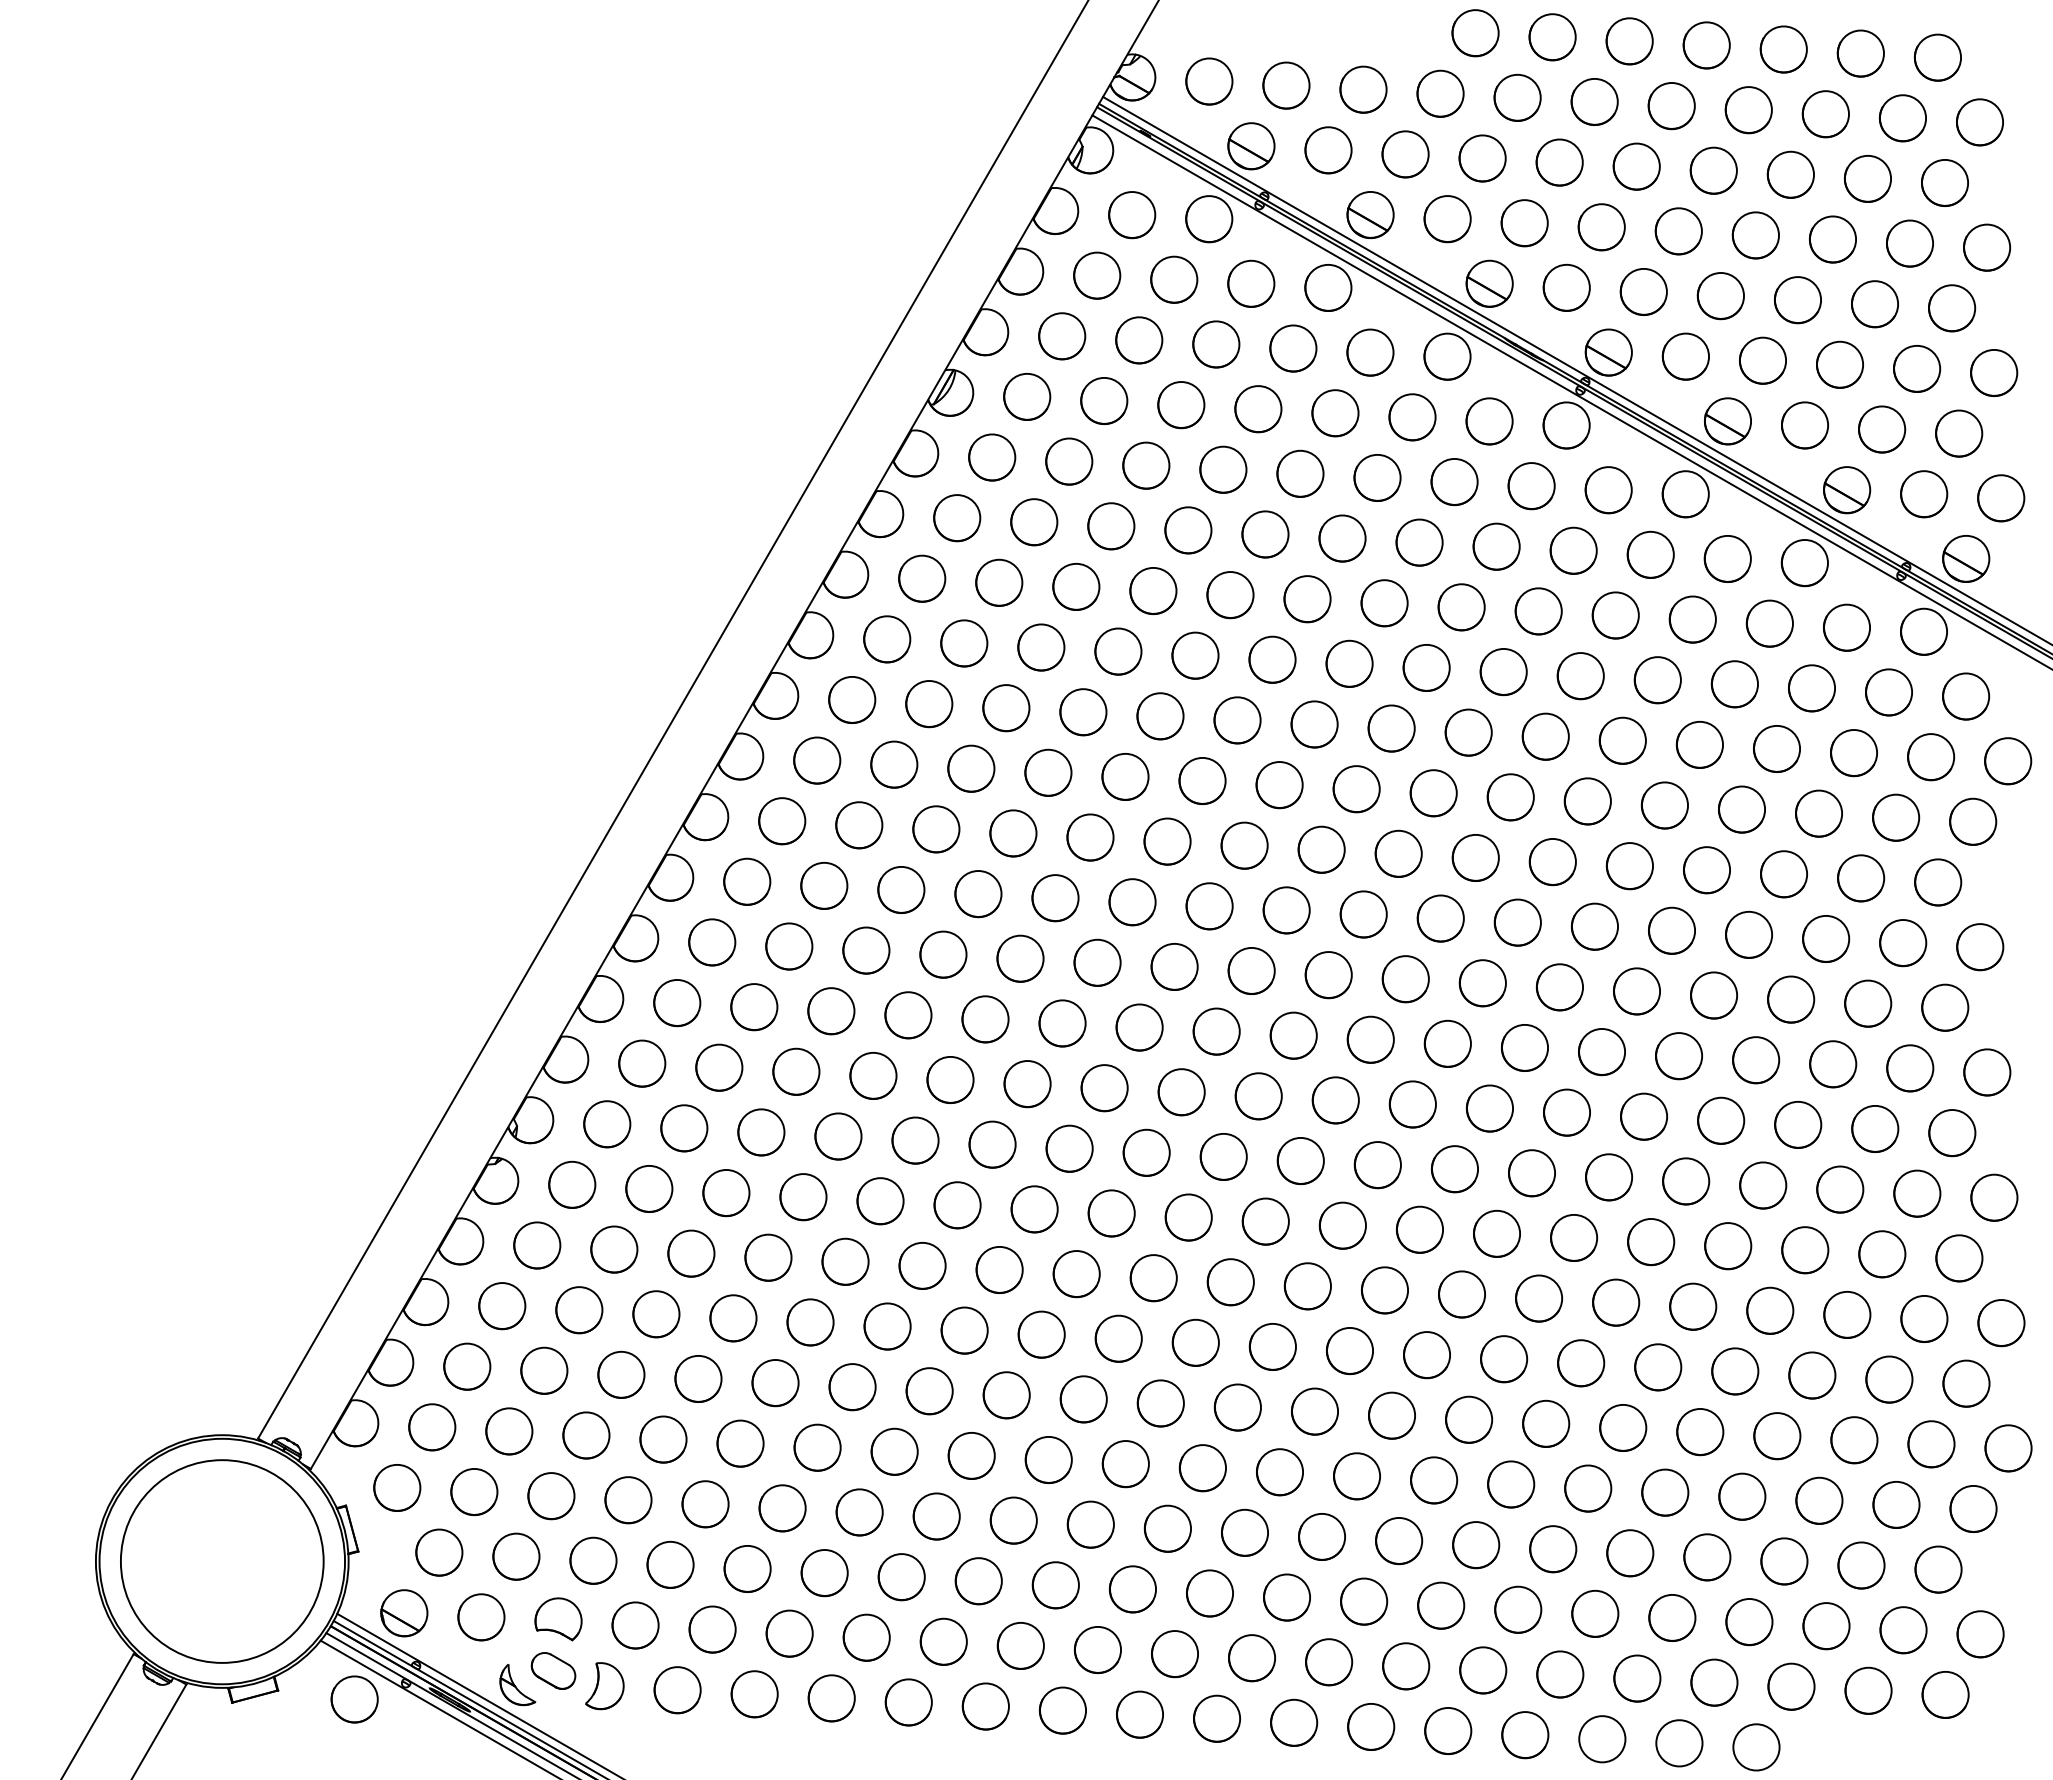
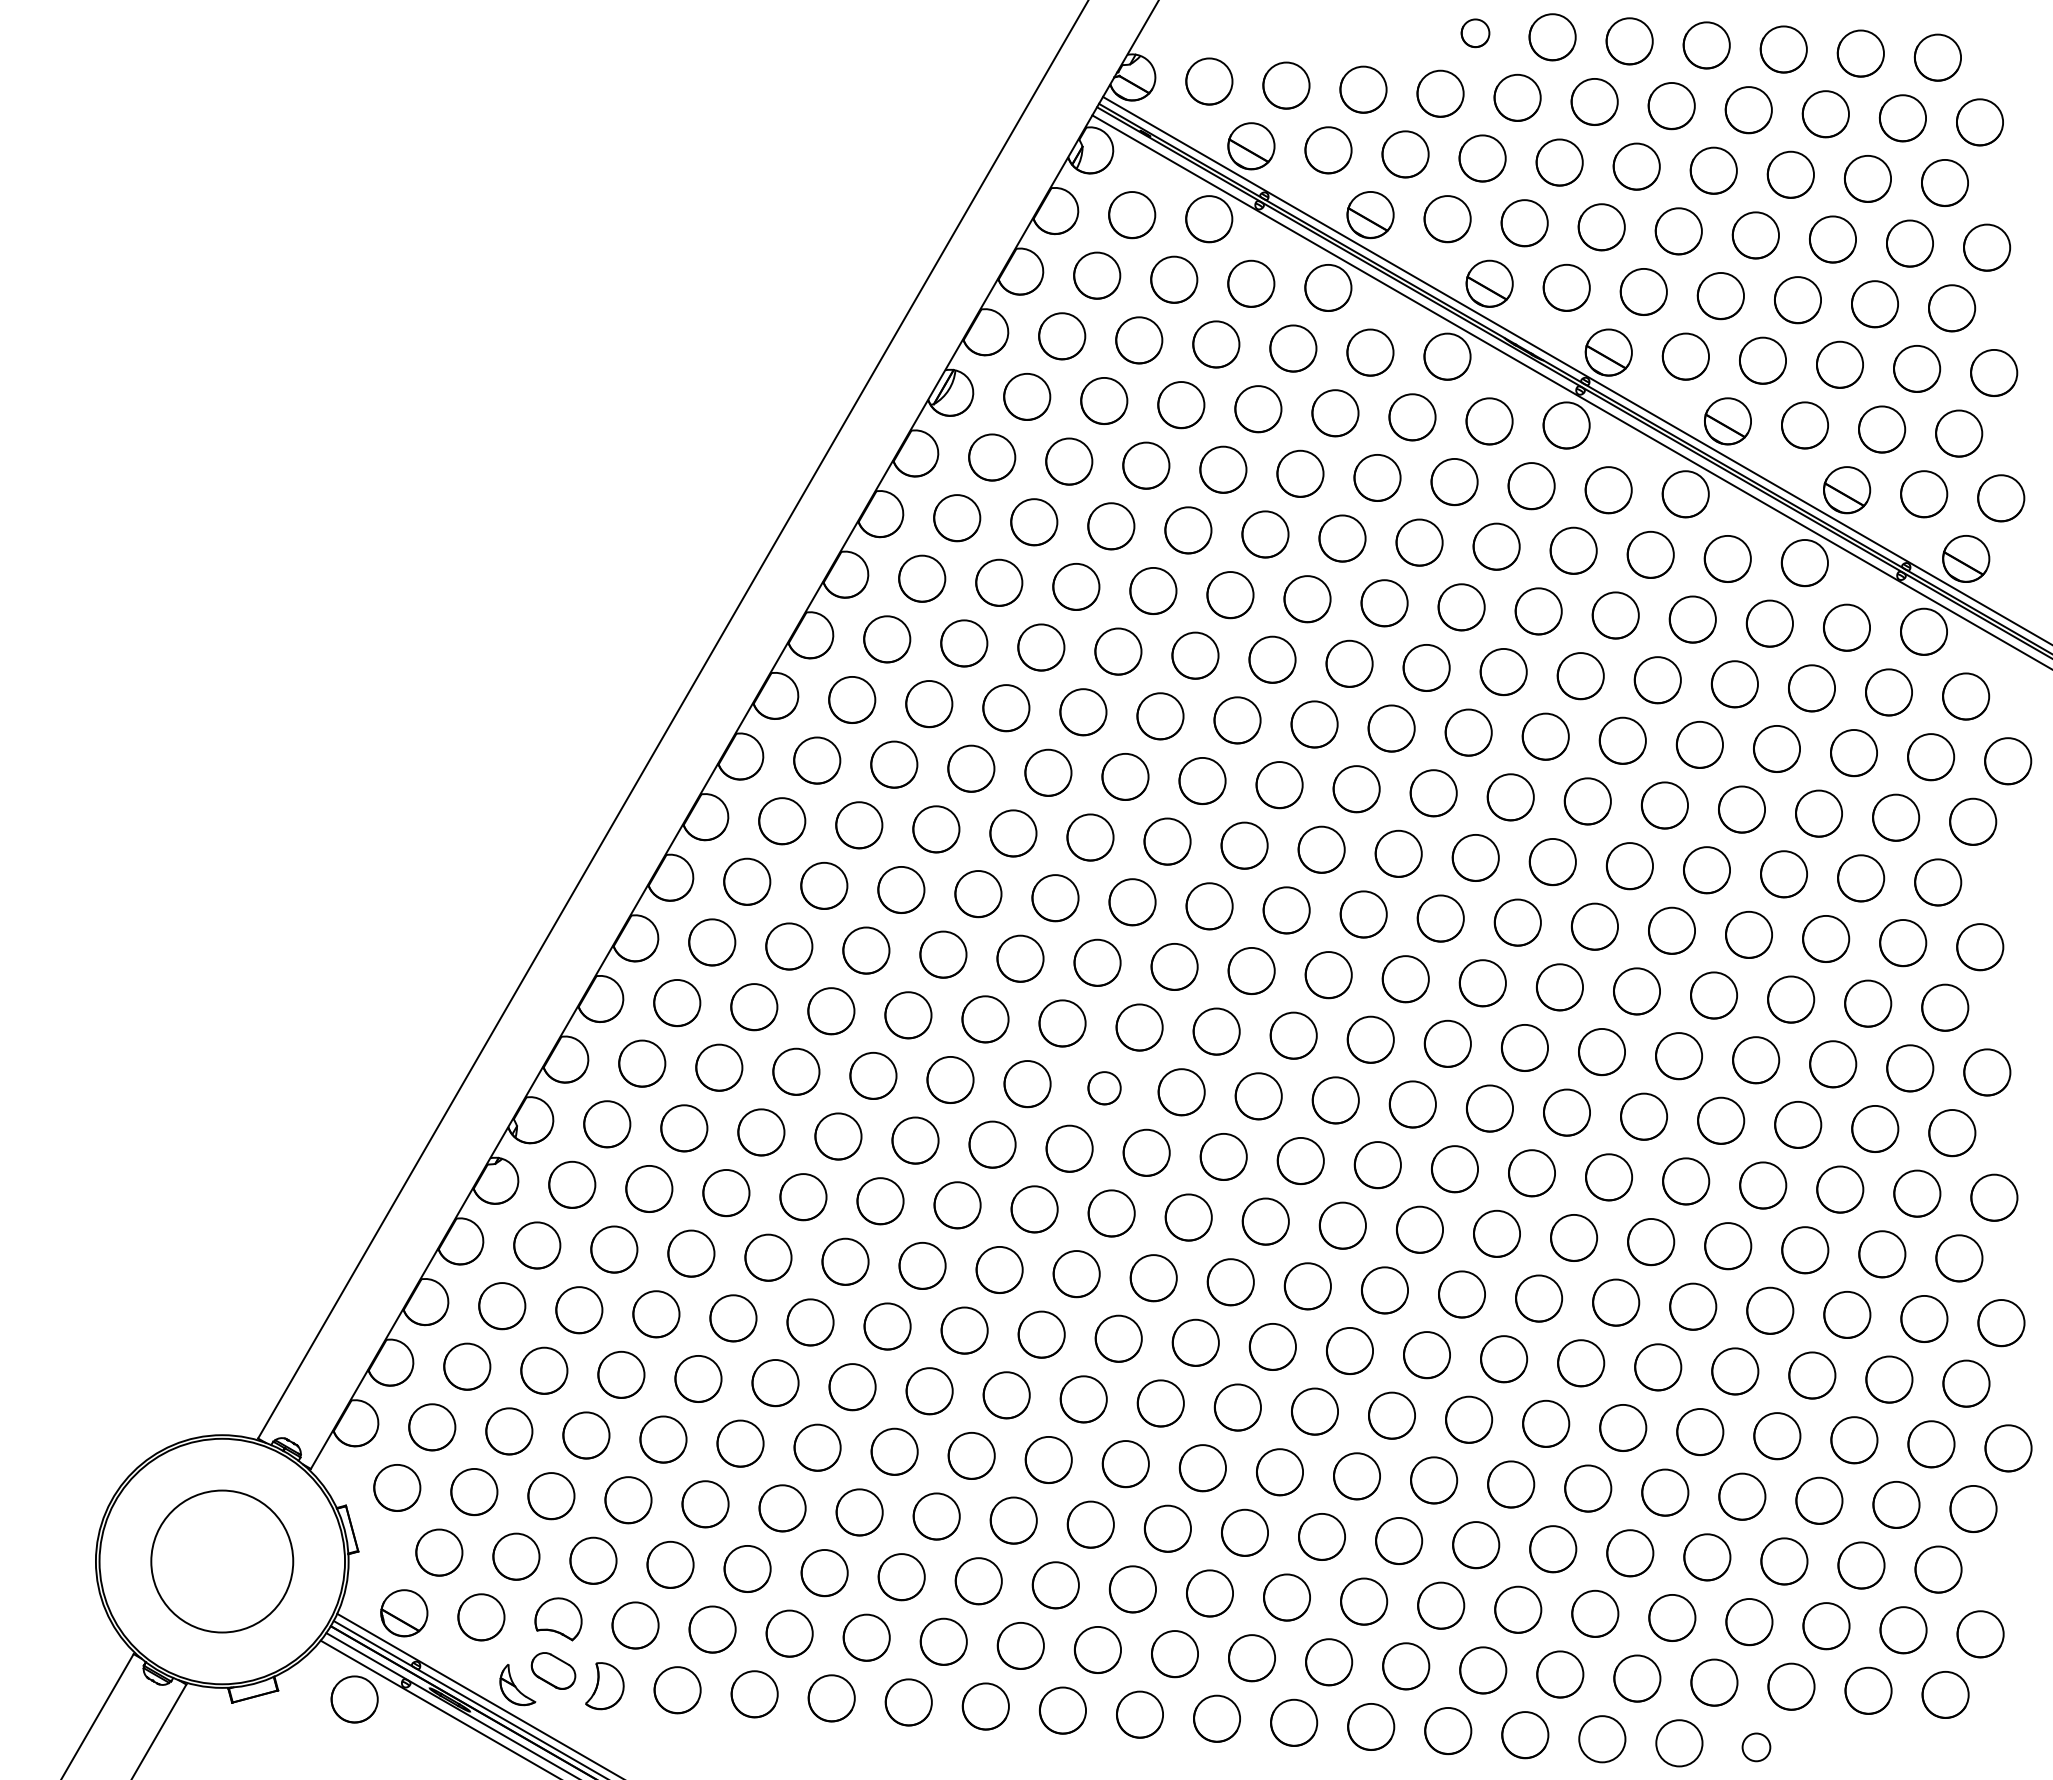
circle at (1475, 33) size: 49x49 px -> 31x31 px
circle at (1104, 1088) size: 49x49 px -> 35x35 px
circle at (221, 1561) diameter: 203 px -> 142 px
circle at (1756, 1747) diameter: 46 px -> 28 px
